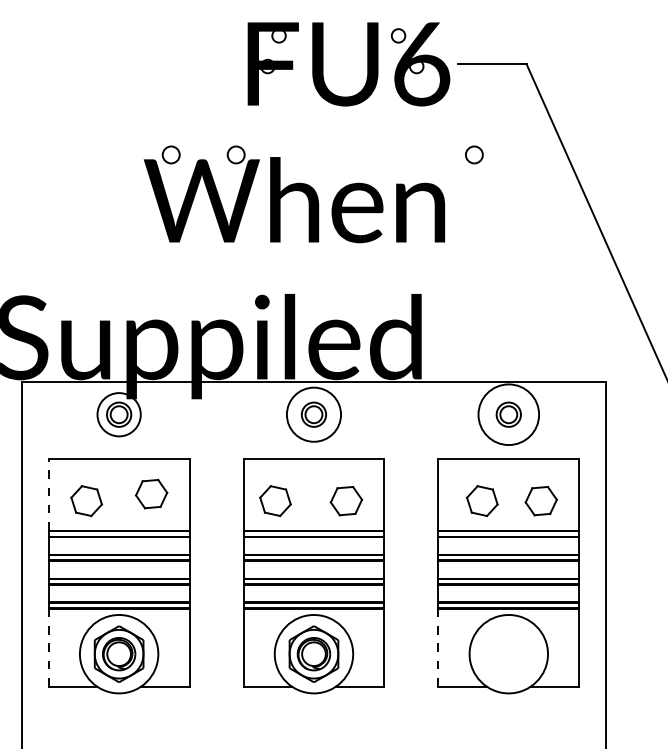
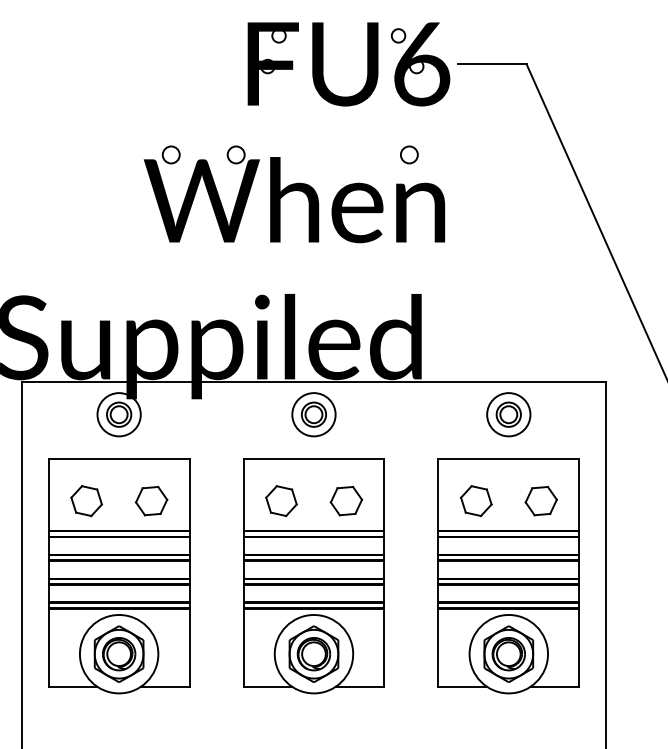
circle at (474, 154) position: (474, 154) -> (409, 154)
circle at (313, 414) diameter: 54 px -> 43 px
circle at (508, 414) diameter: 61 px -> 43 px
part at (151, 493) position: (151, 493) -> (151, 500)
line at (48, 495): dashed -> solid
part at (275, 501) position: (275, 501) -> (281, 501)
part at (482, 501) position: (482, 501) -> (476, 501)
line at (48, 647): dashed -> solid
line at (438, 647): dashed -> solid
part at (508, 653): none -> present
